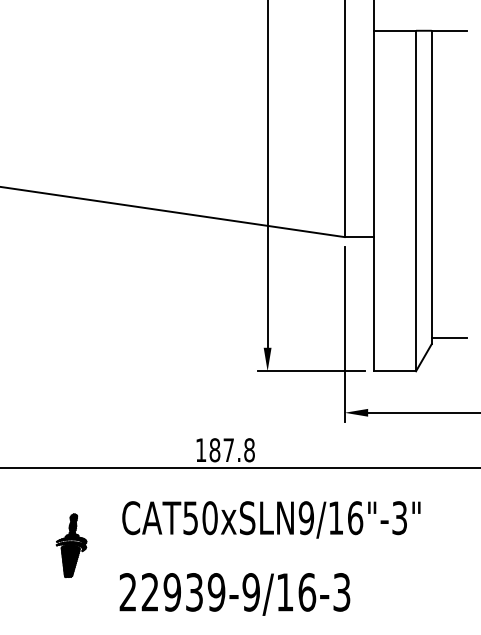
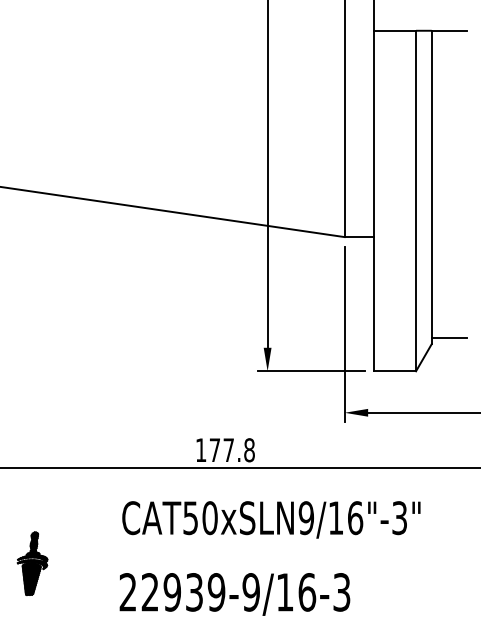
text at (214, 450): 187.8 -> 177.8
part at (71, 545) position: (71, 545) -> (32, 563)
